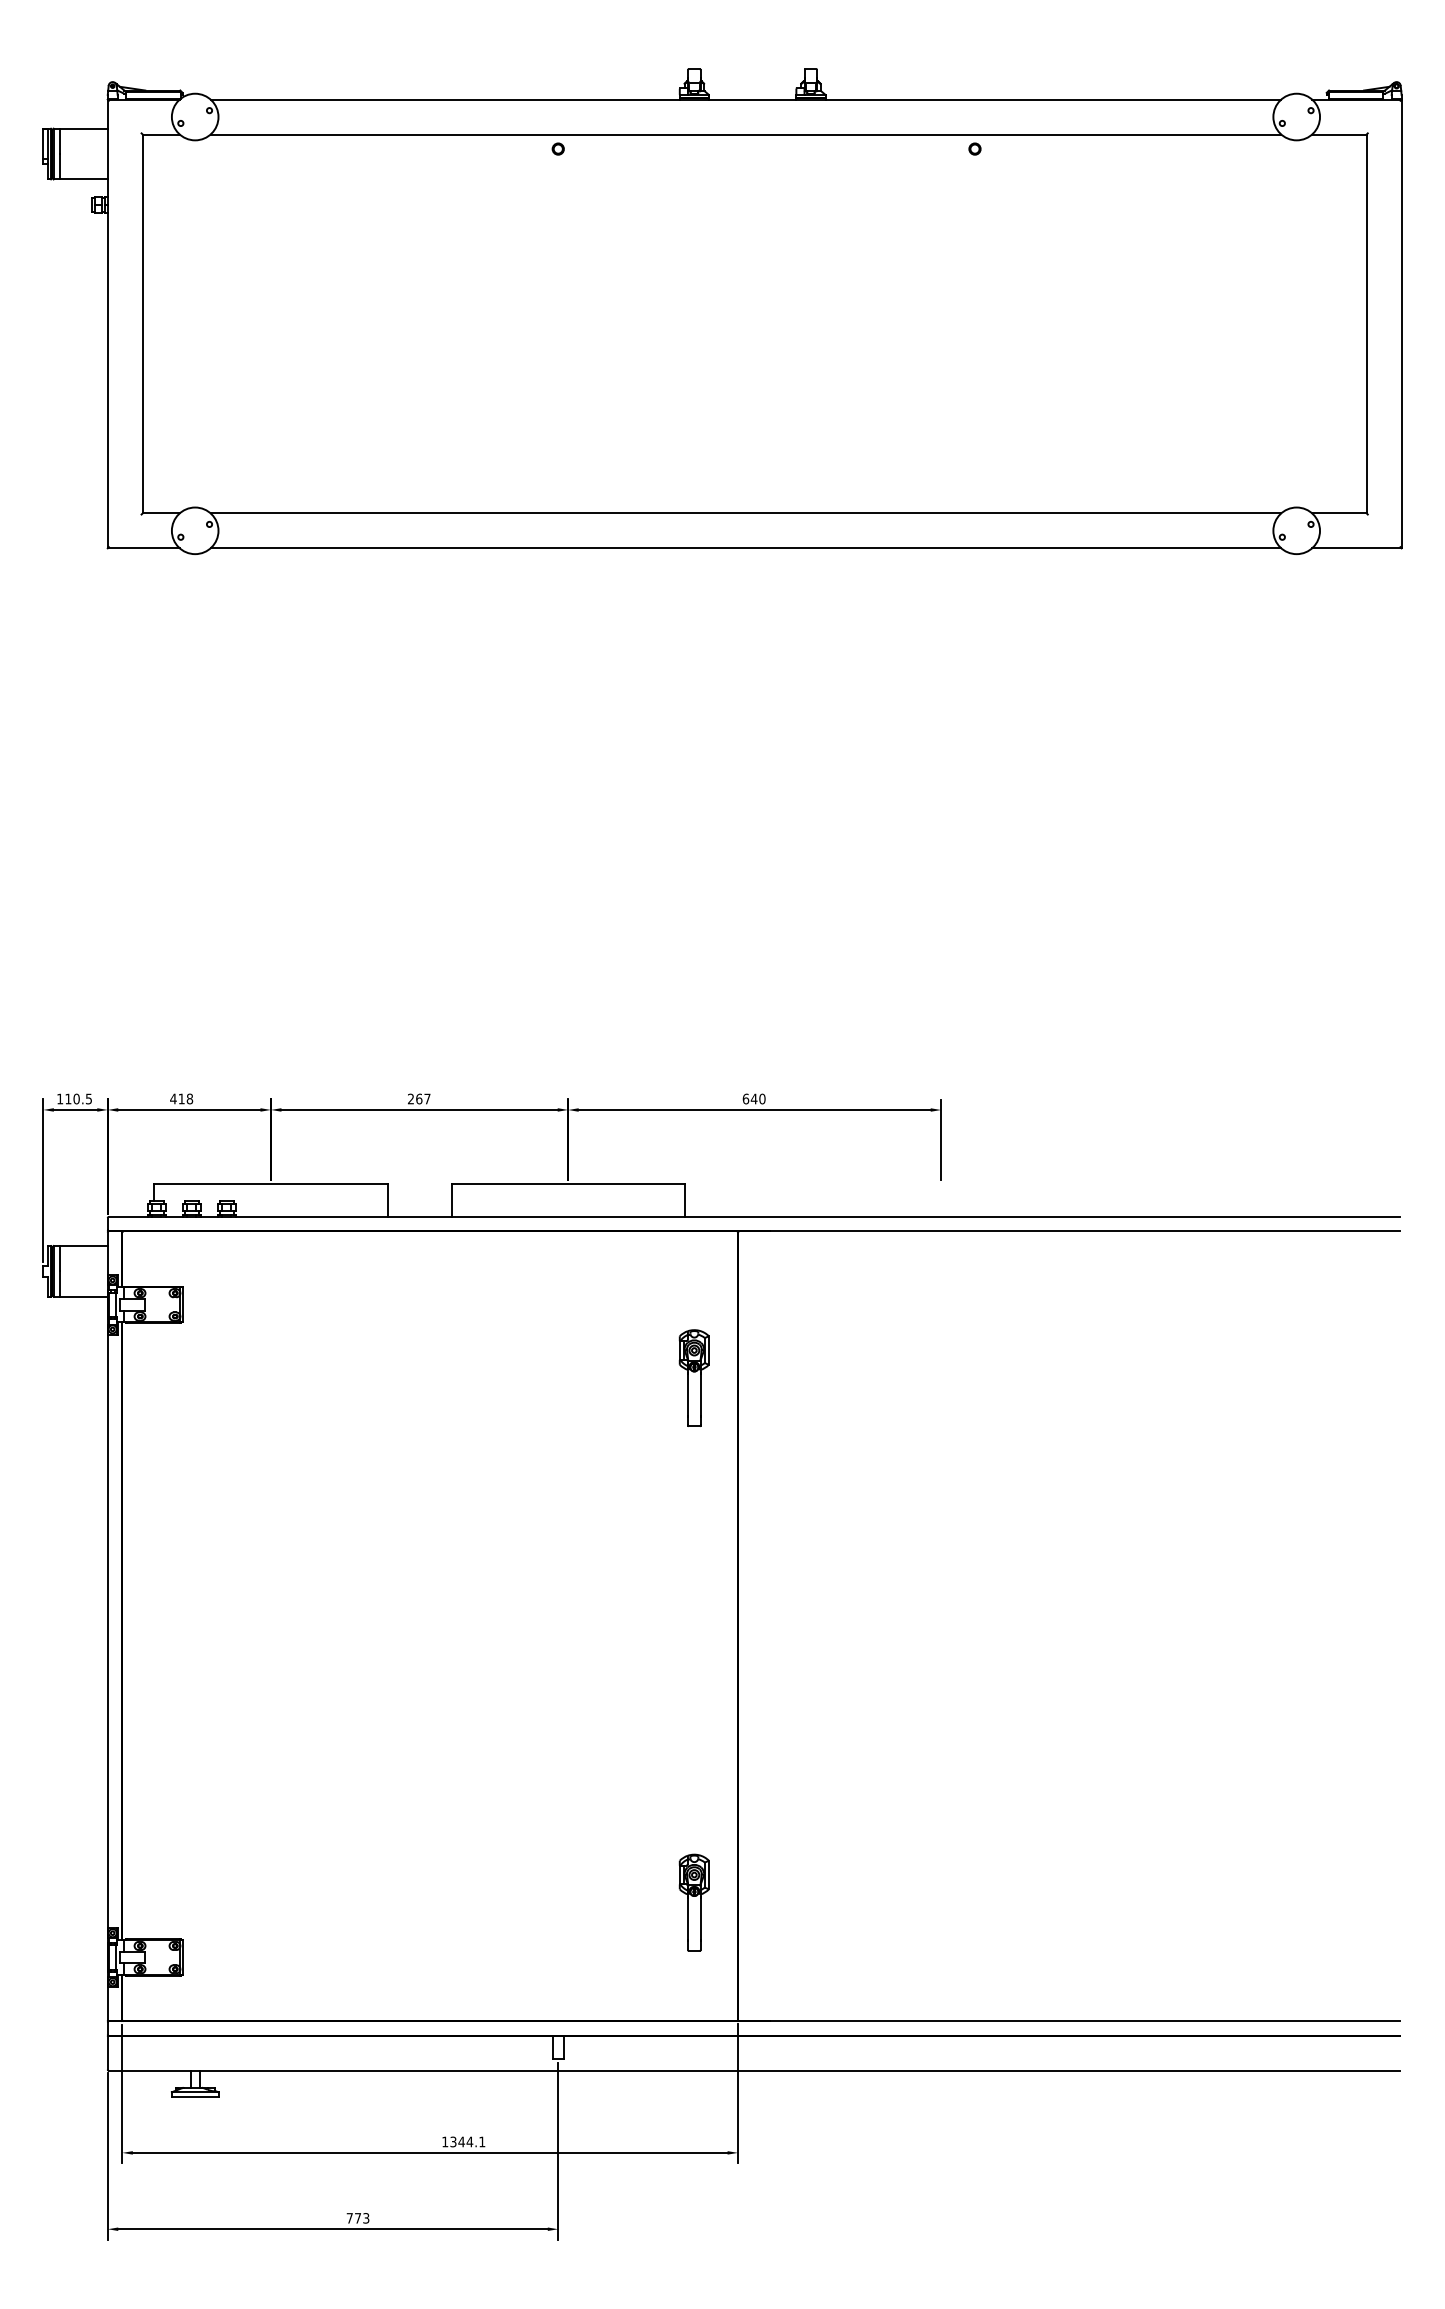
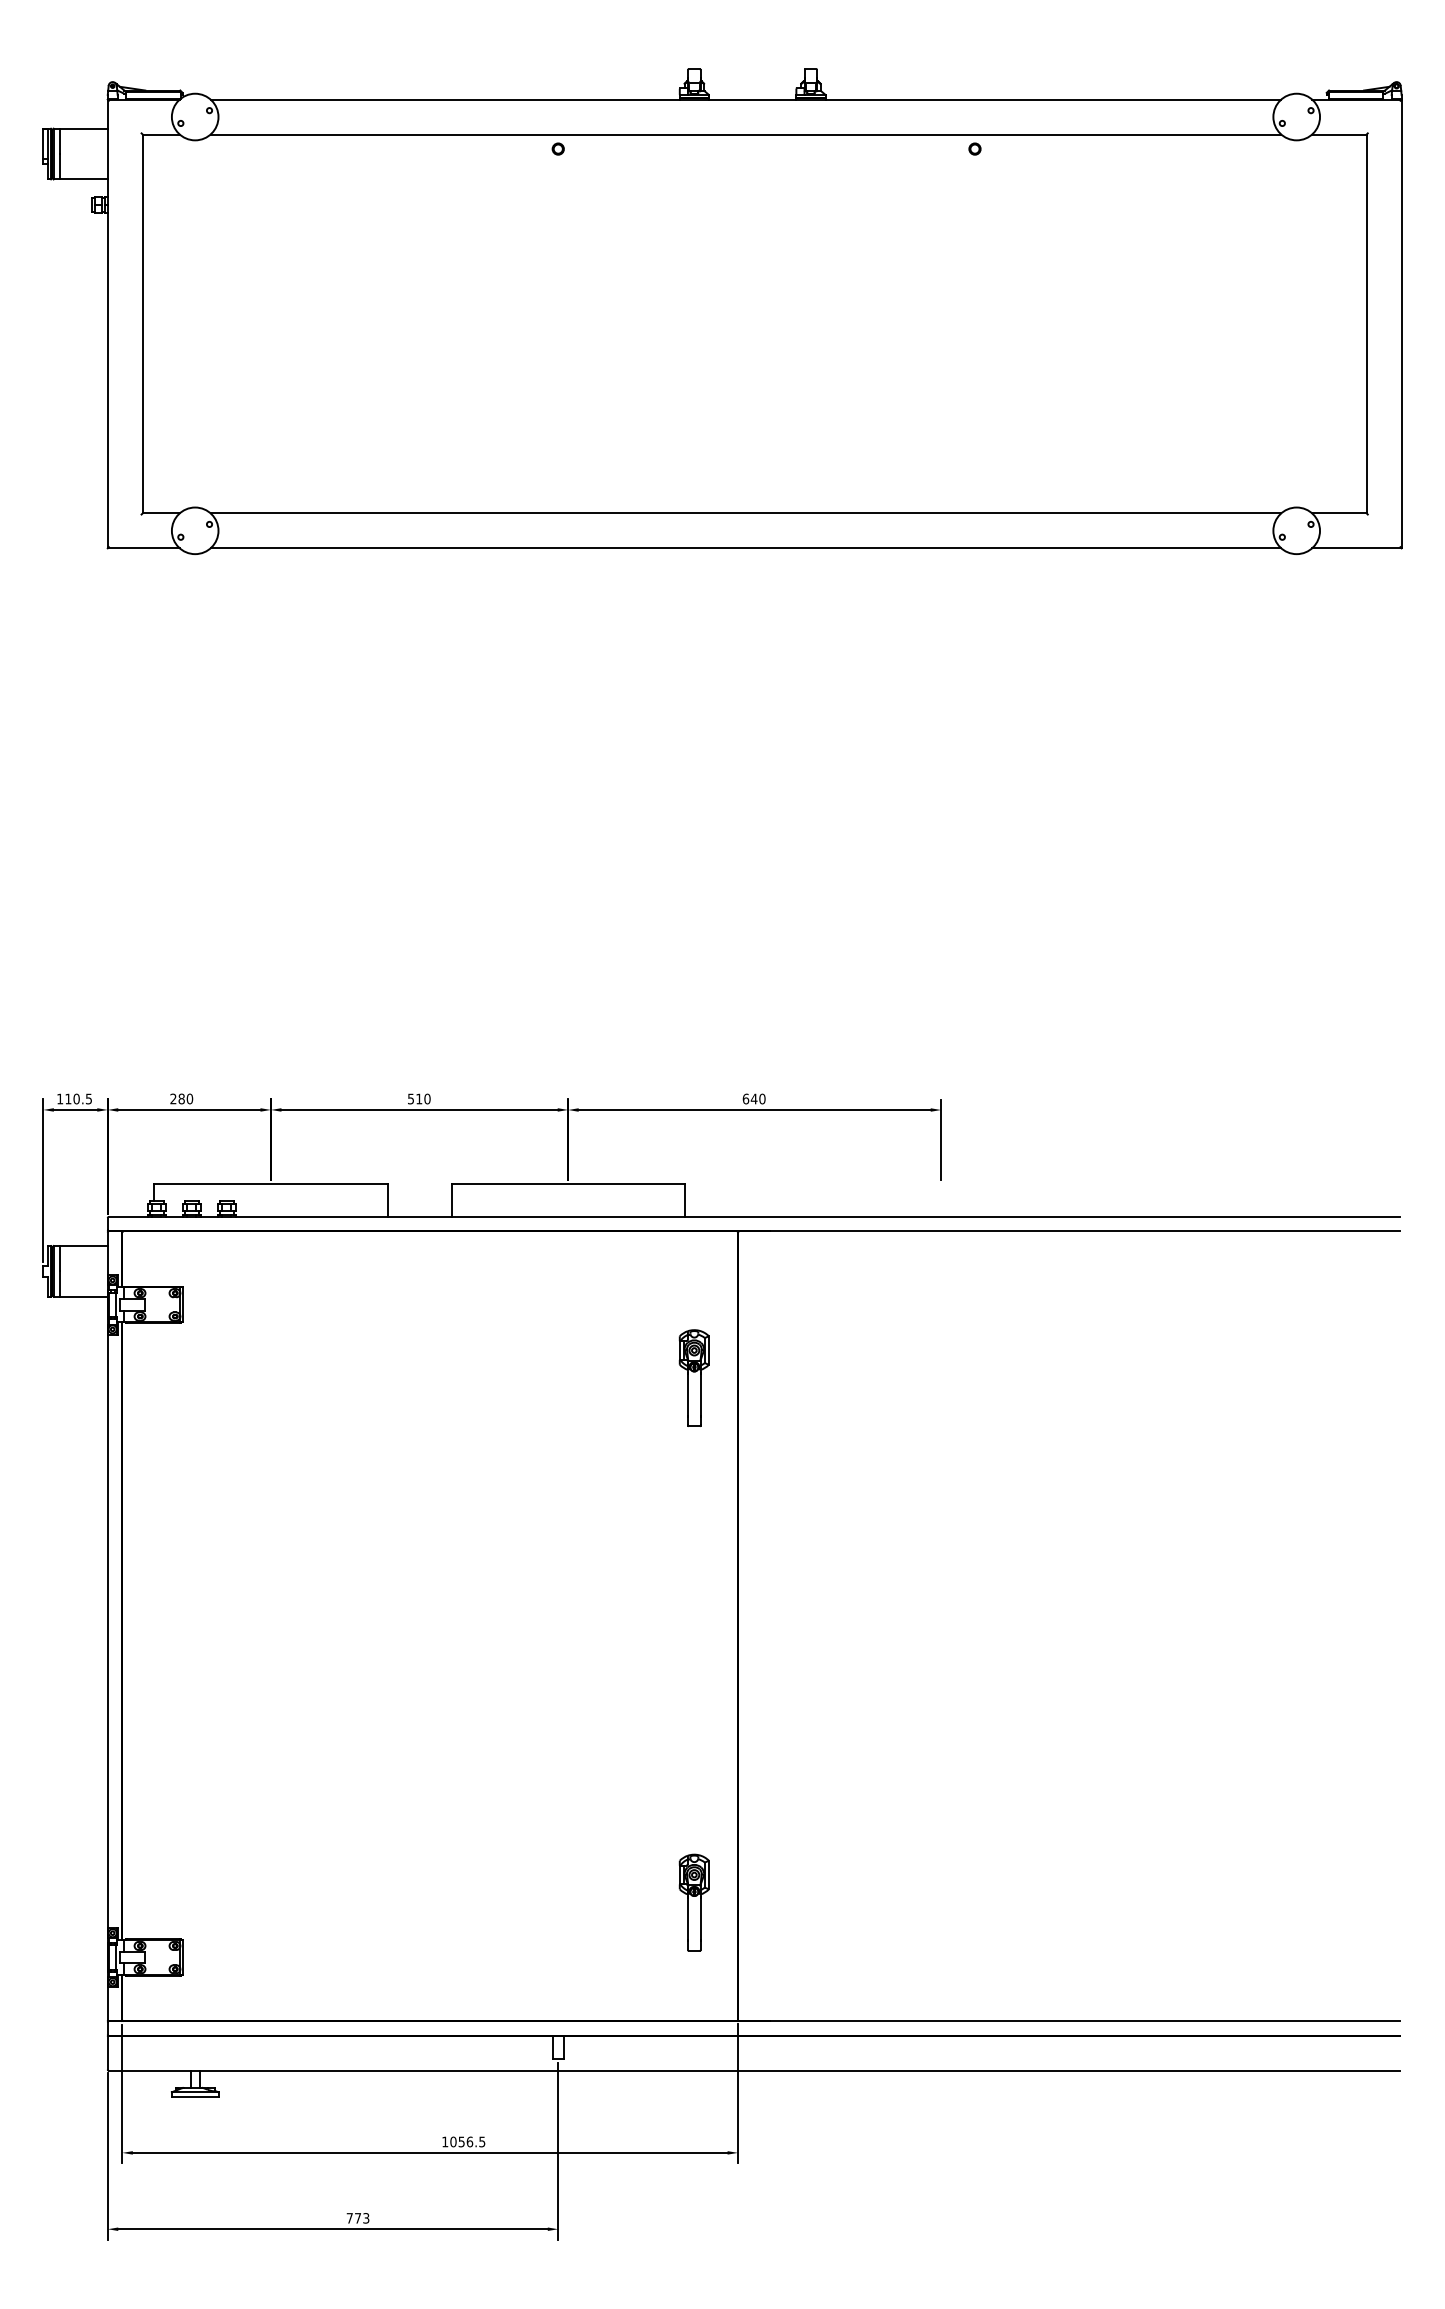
text at (181, 1098): 418 -> 280
text at (419, 1098): 267 -> 510
text at (467, 2141): 1344.1 -> 1056.5
